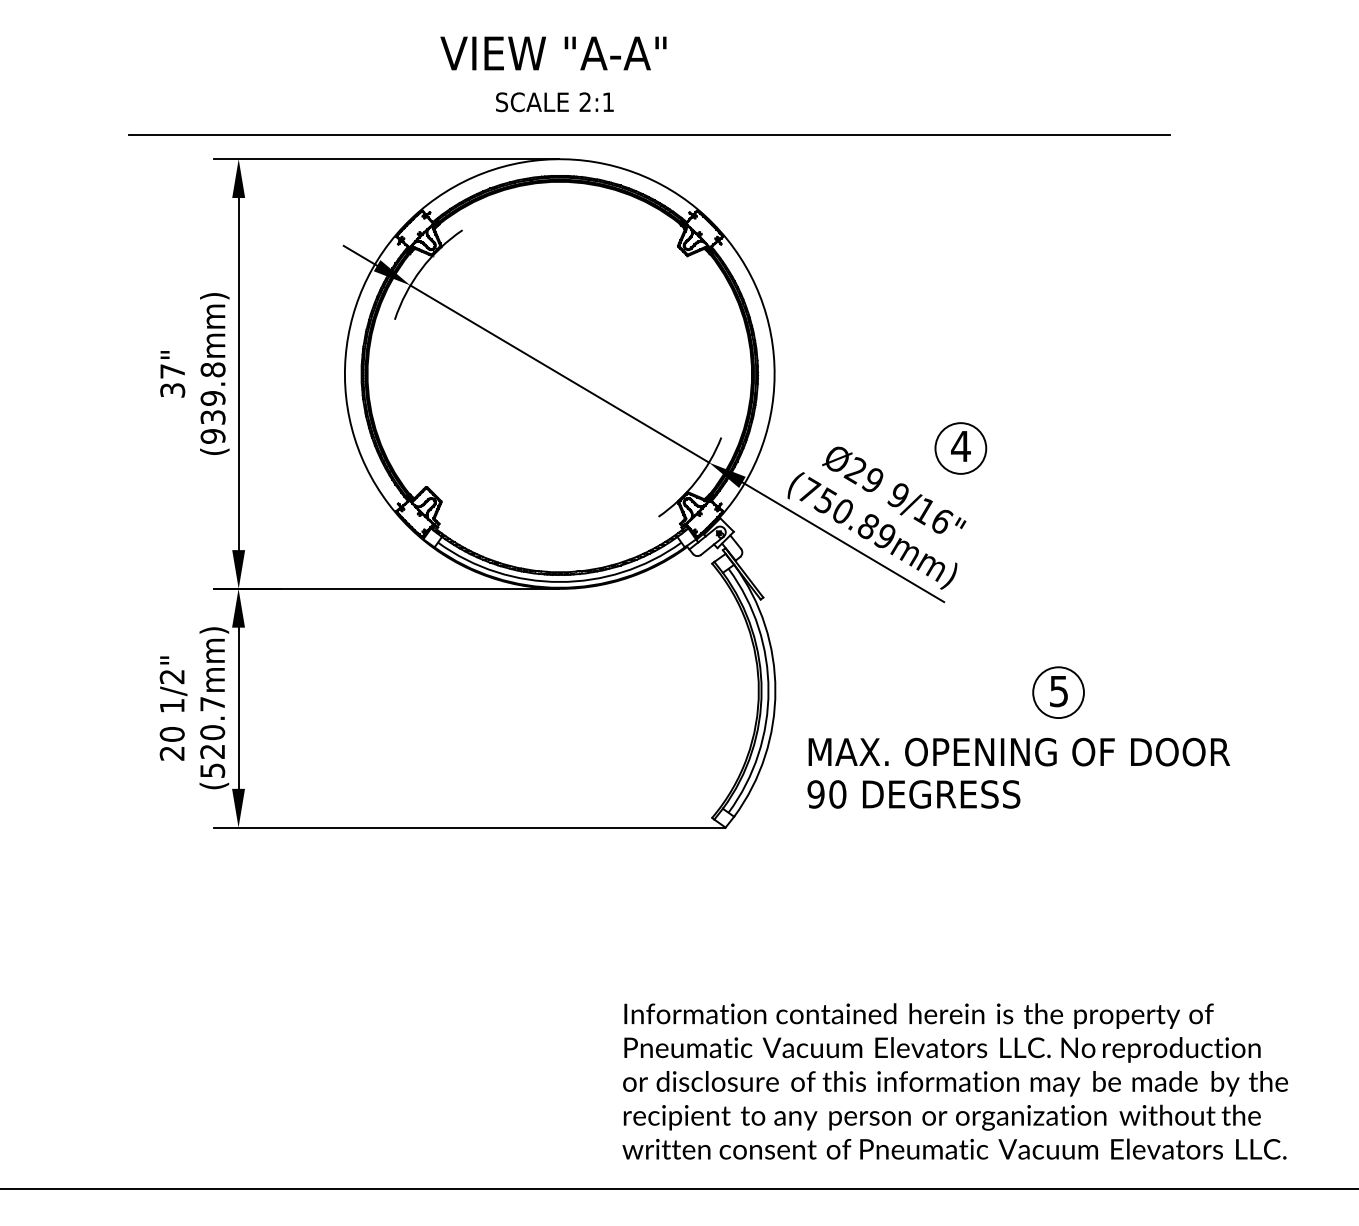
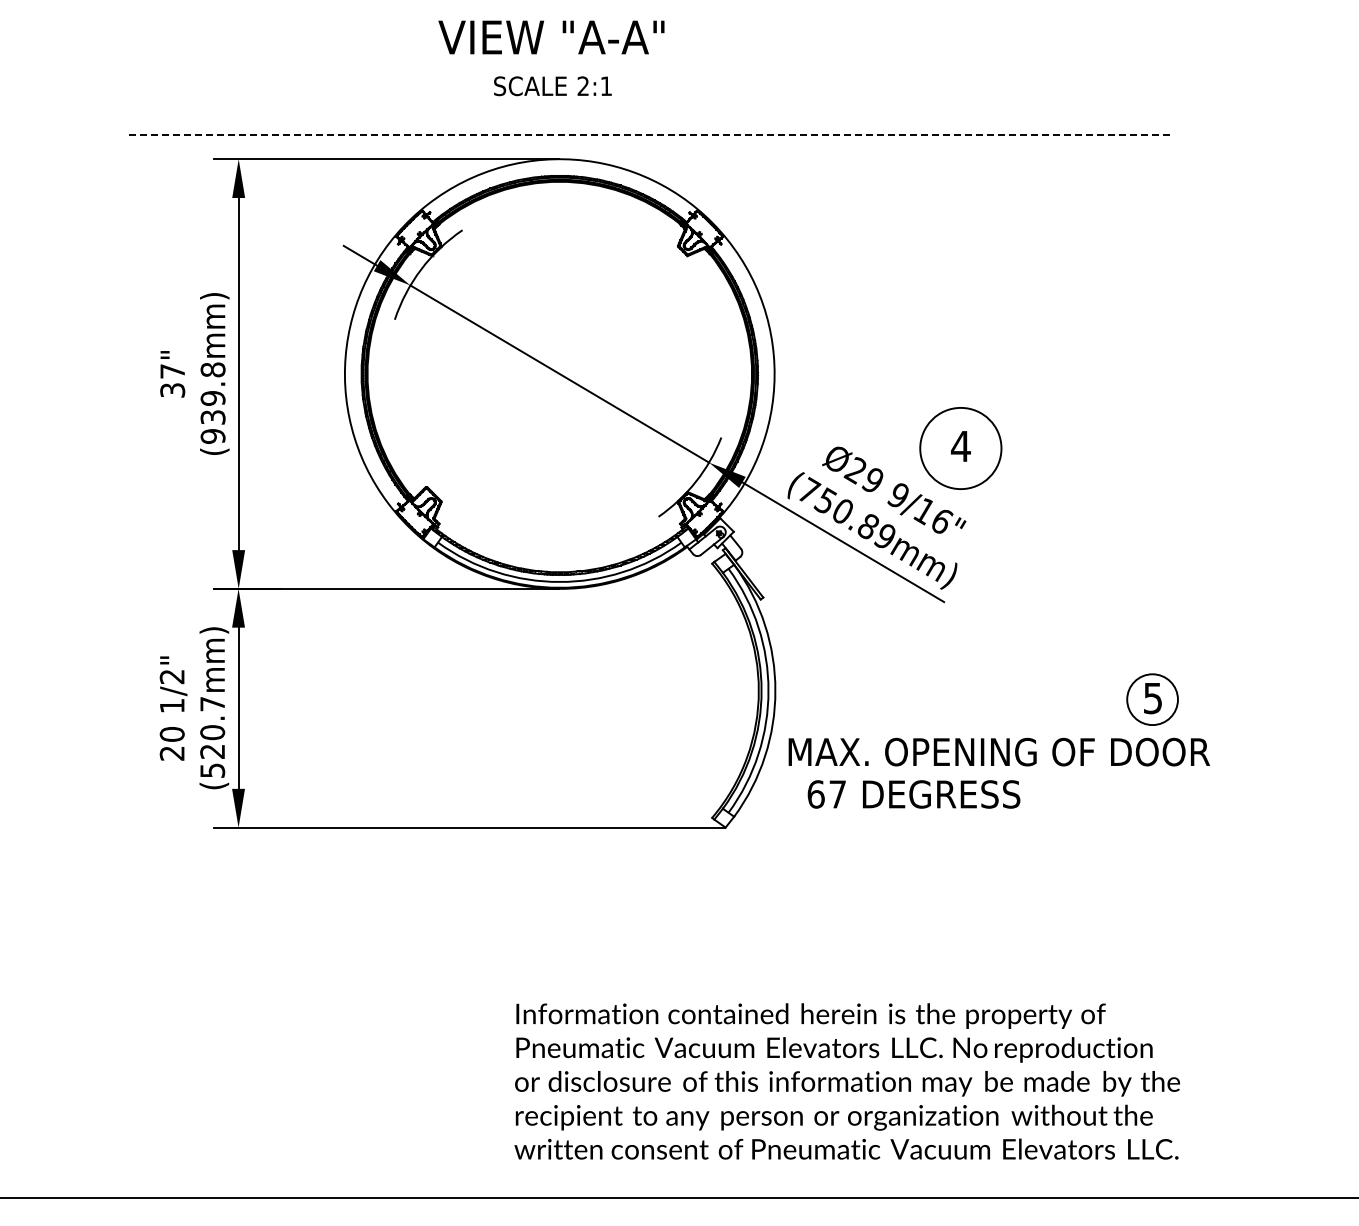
text at (553, 74) position: (553, 74) -> (551, 58)
line at (649, 134): solid -> dashed
circle at (960, 448) diameter: 51 px -> 81 px
part at (1058, 692) position: (1058, 692) -> (1152, 699)
text at (1018, 751) position: (1018, 751) -> (998, 751)
text at (826, 794): 90 -> 67
text at (954, 1081) position: (954, 1081) -> (846, 1081)
line at (678, 1189) position: (678, 1189) -> (678, 1198)
